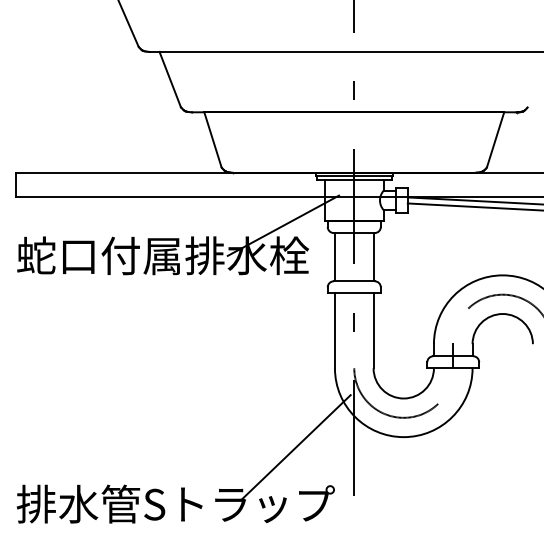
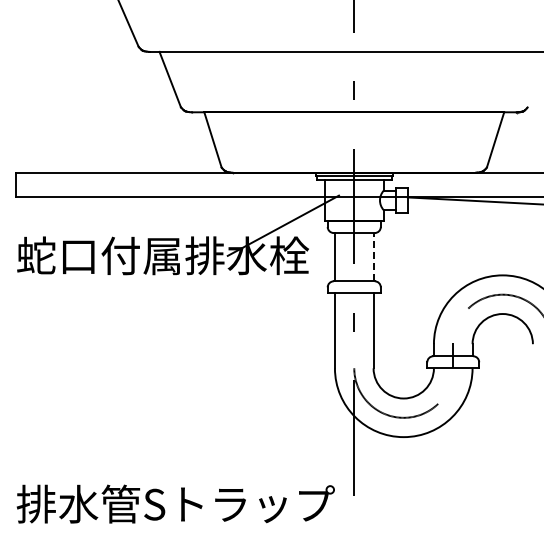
line at (473, 206): present -> none
line at (373, 256): solid -> dashed
line at (295, 447): present -> none
